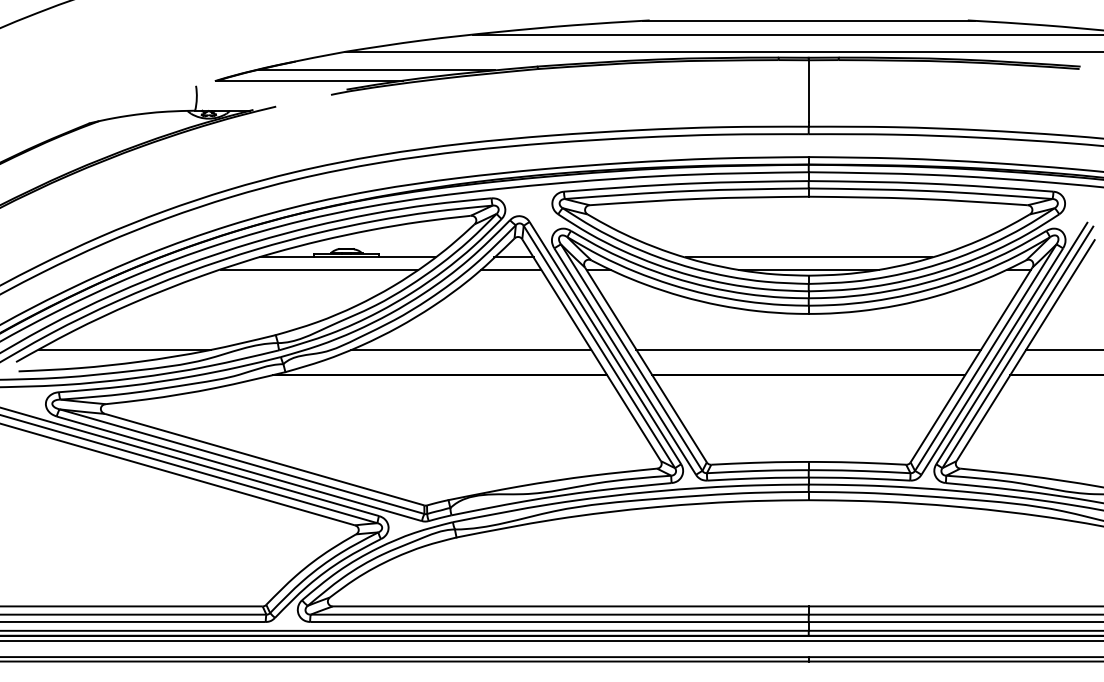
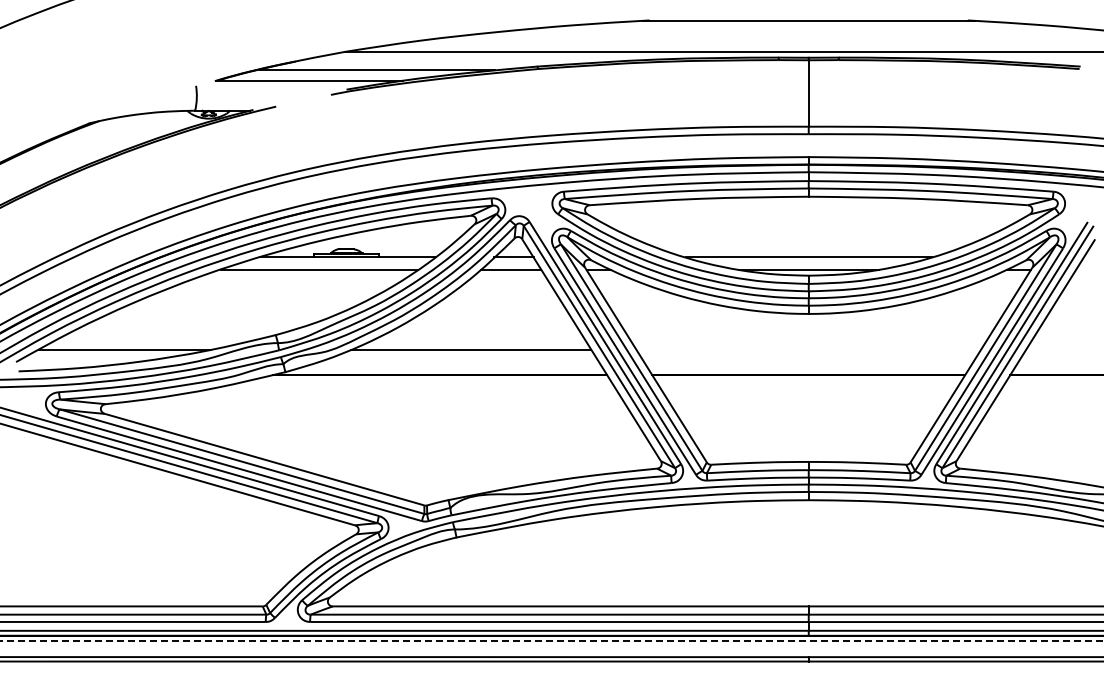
line at (786, 34): present -> none
line at (808, 349): present -> none
line at (1063, 349): present -> none
line at (551, 641): solid -> dashed
